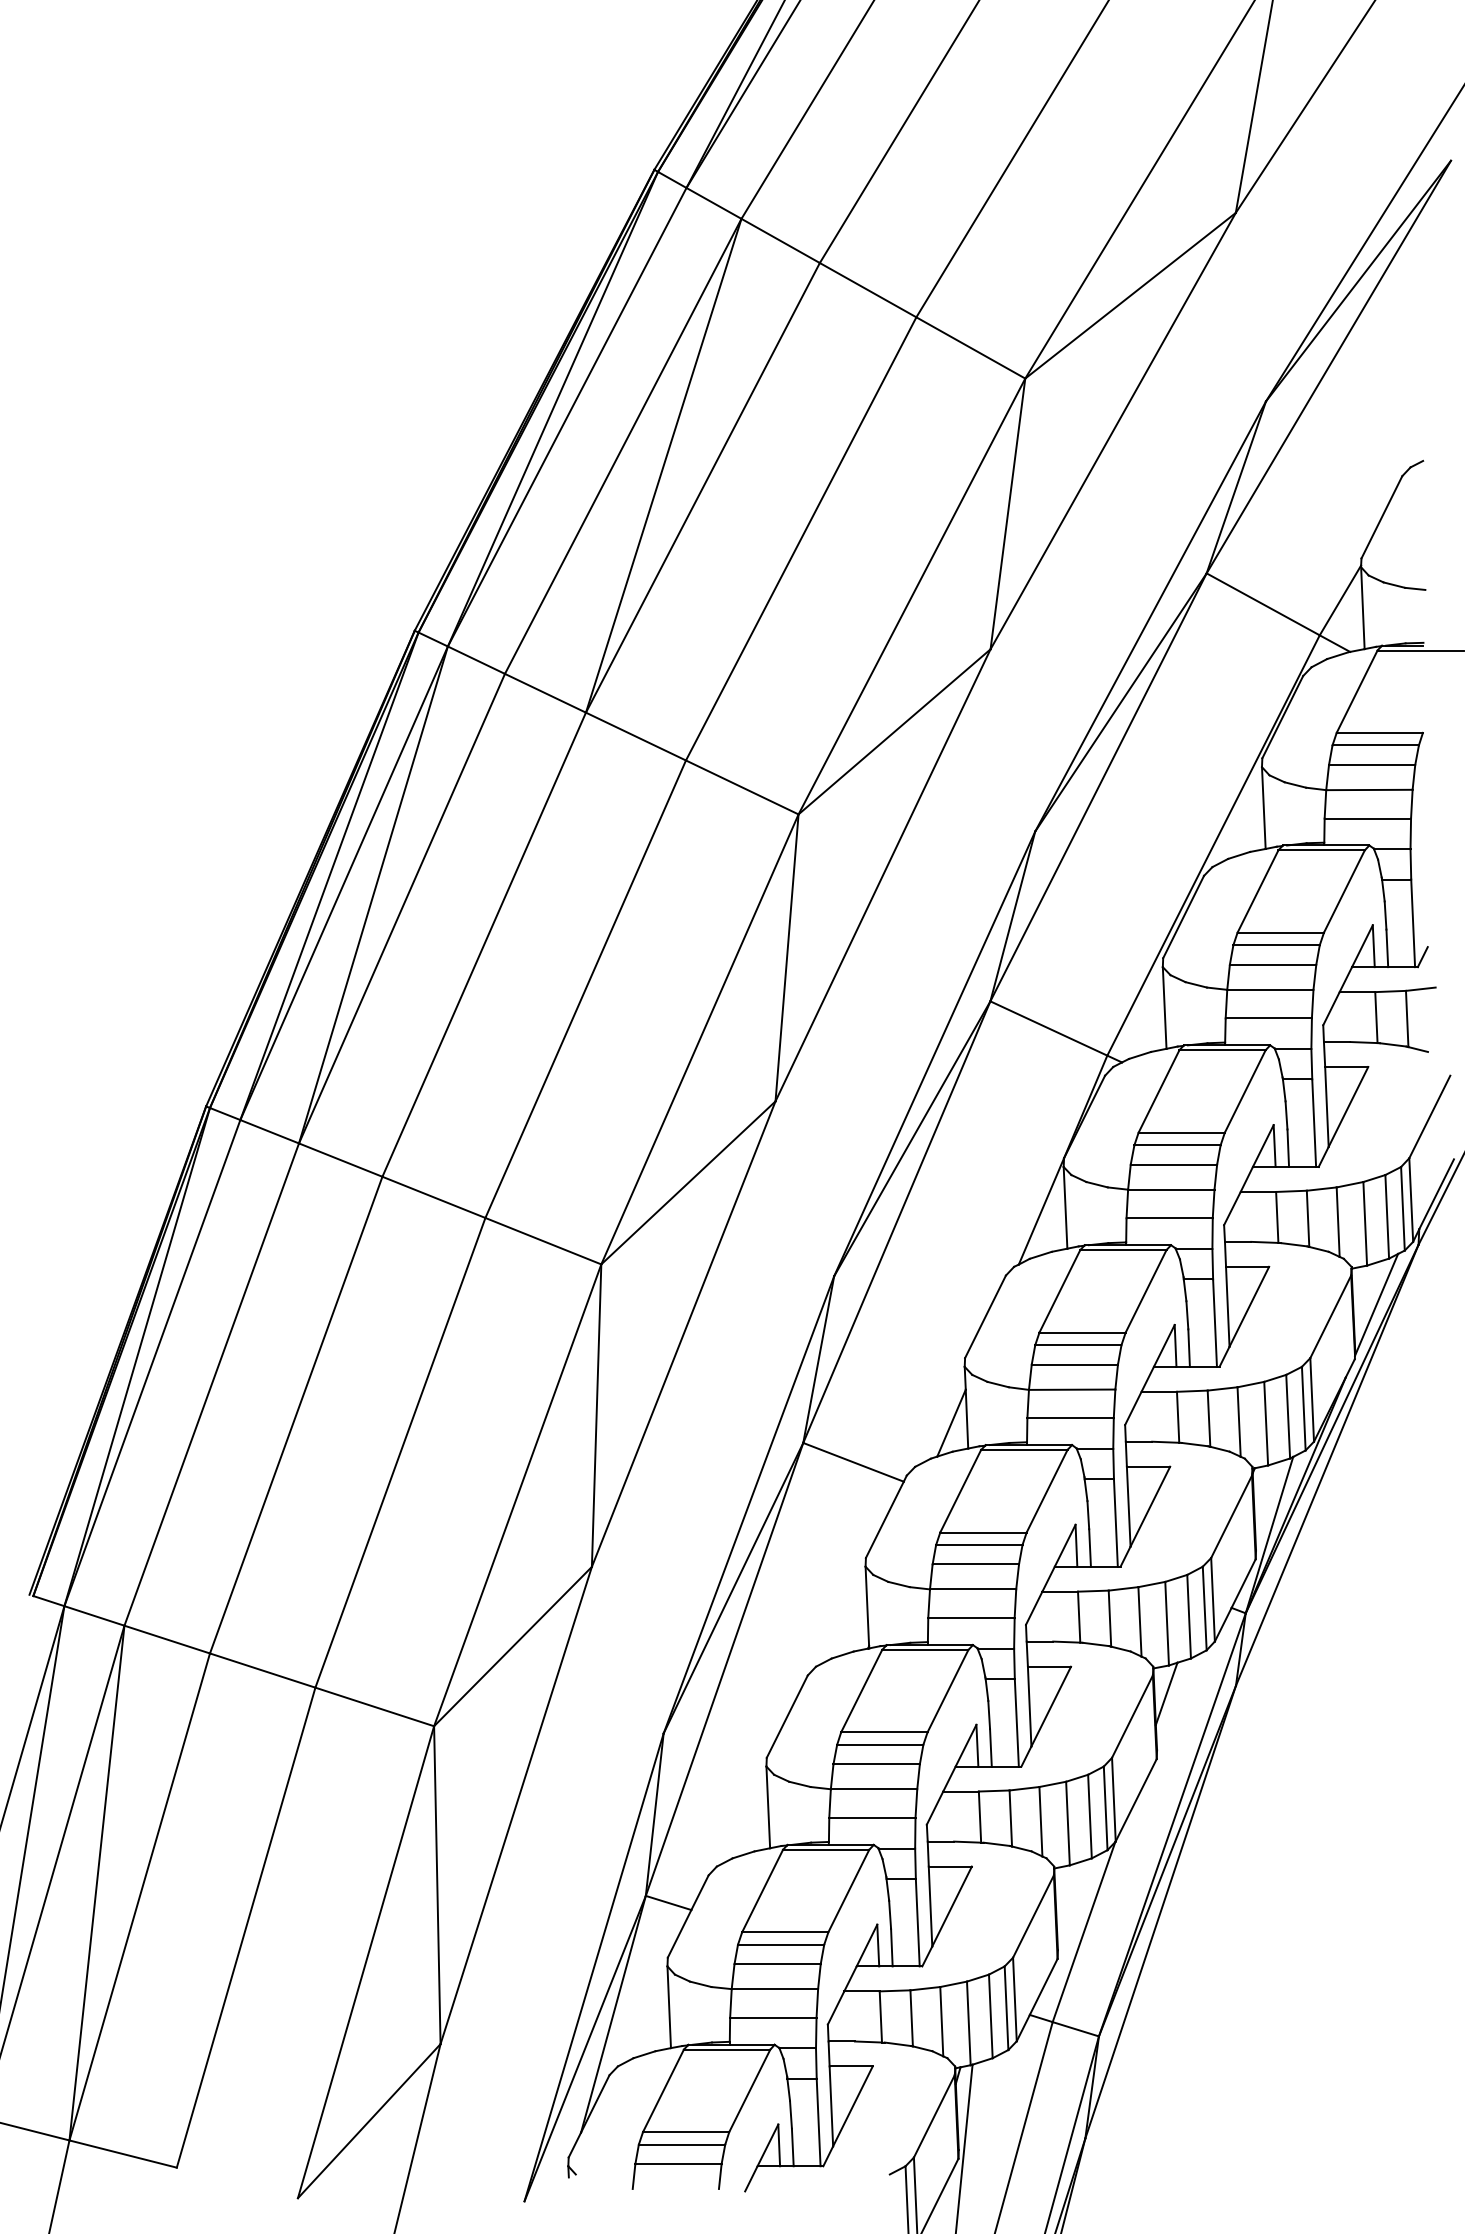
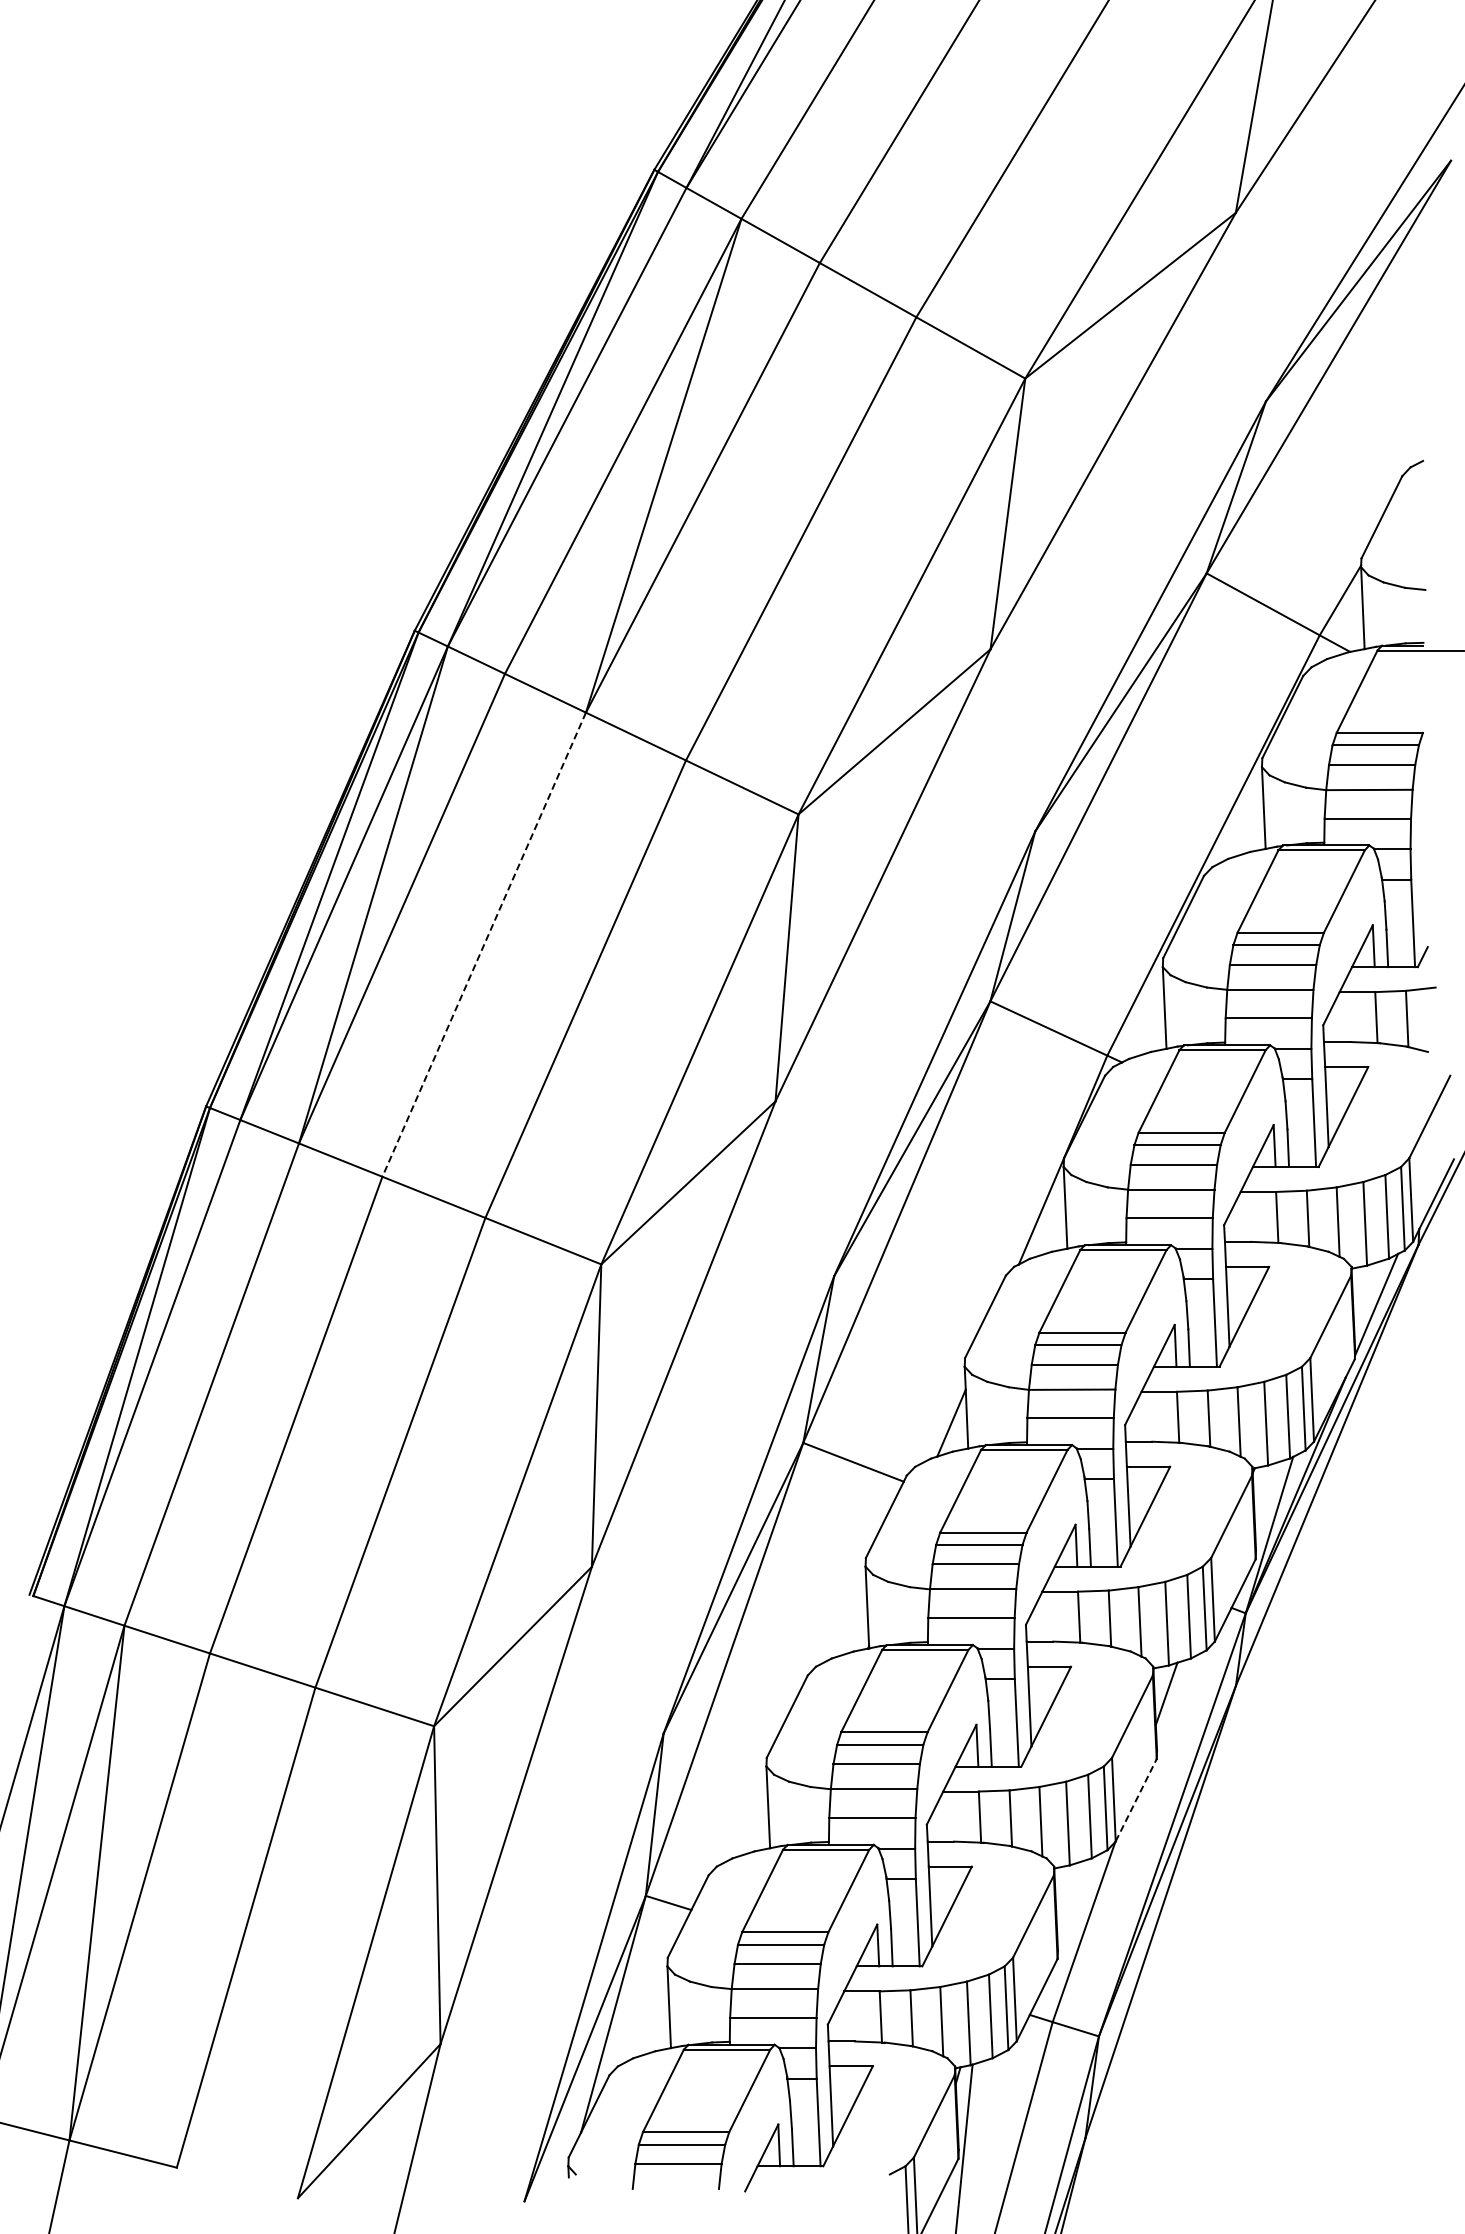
line at (484, 945): solid -> dashed
line at (1136, 1799): solid -> dashed
